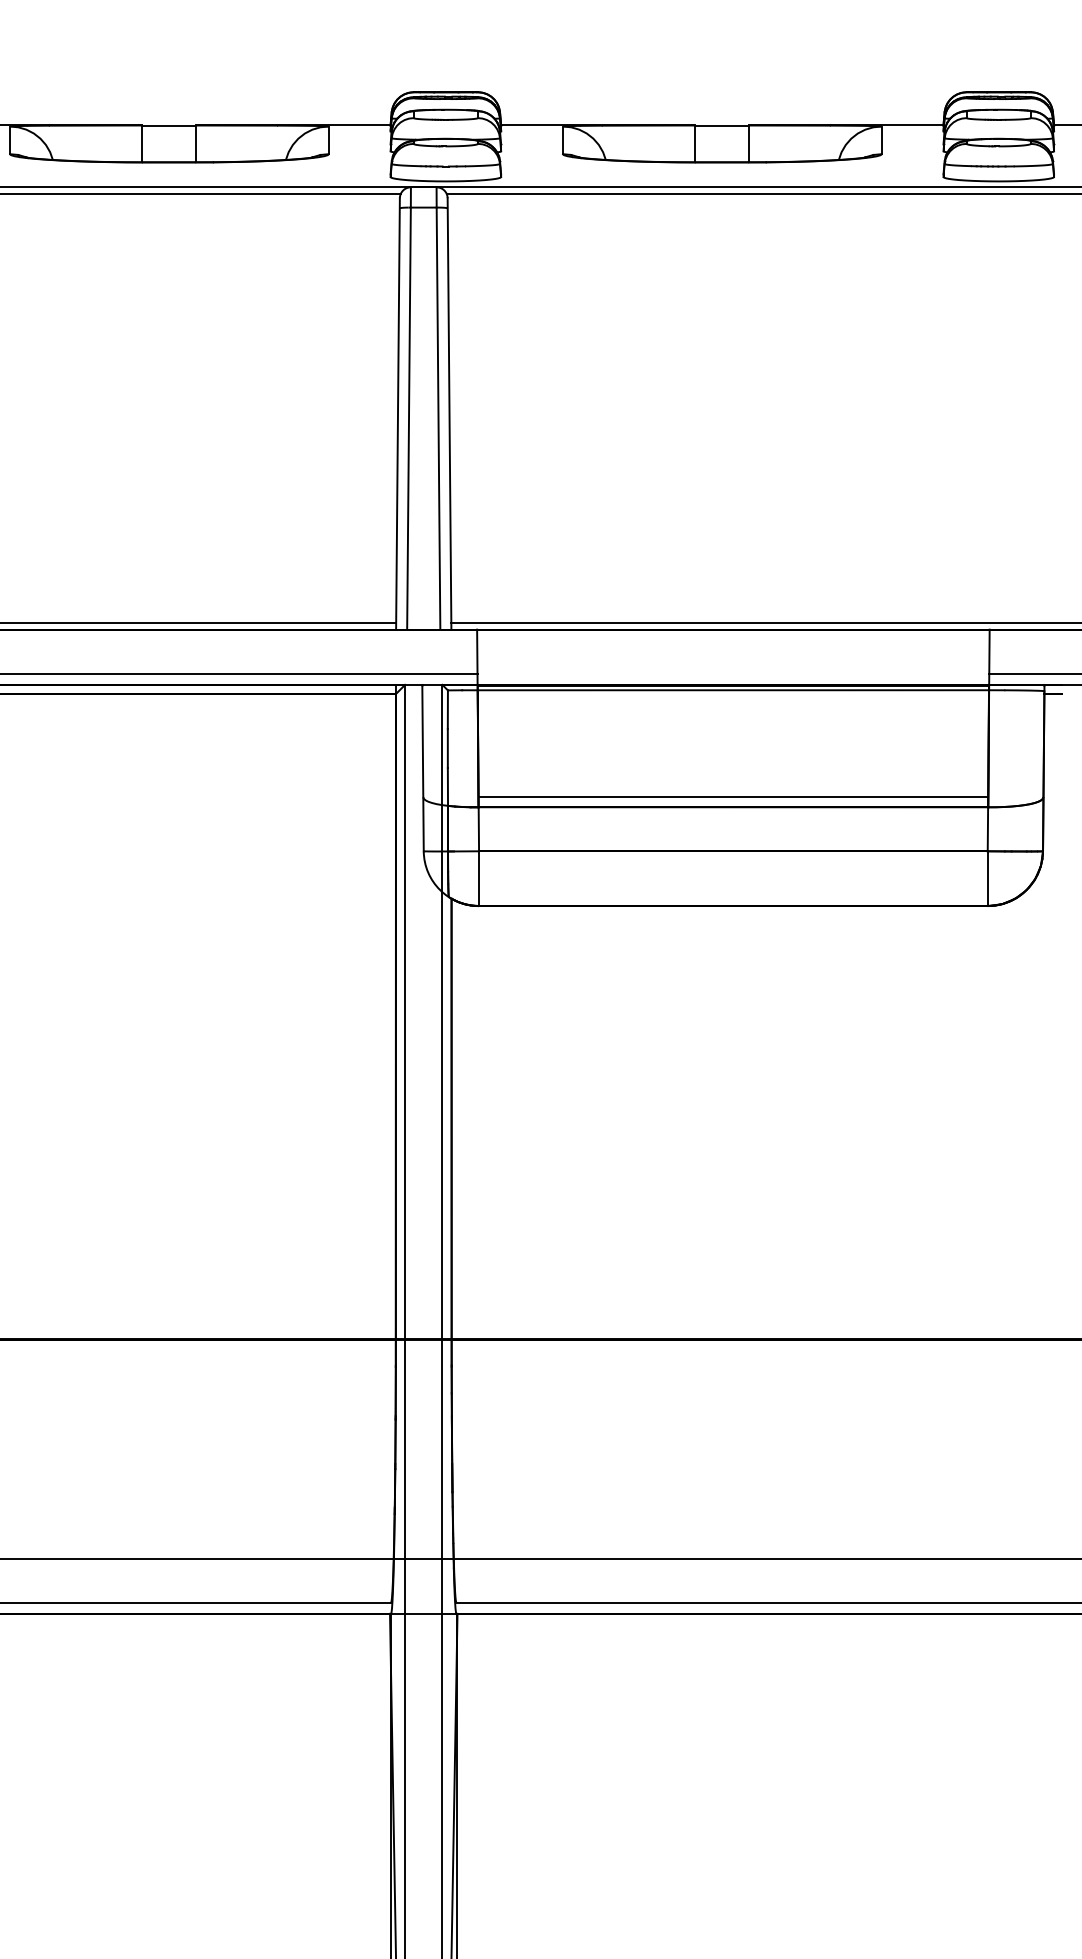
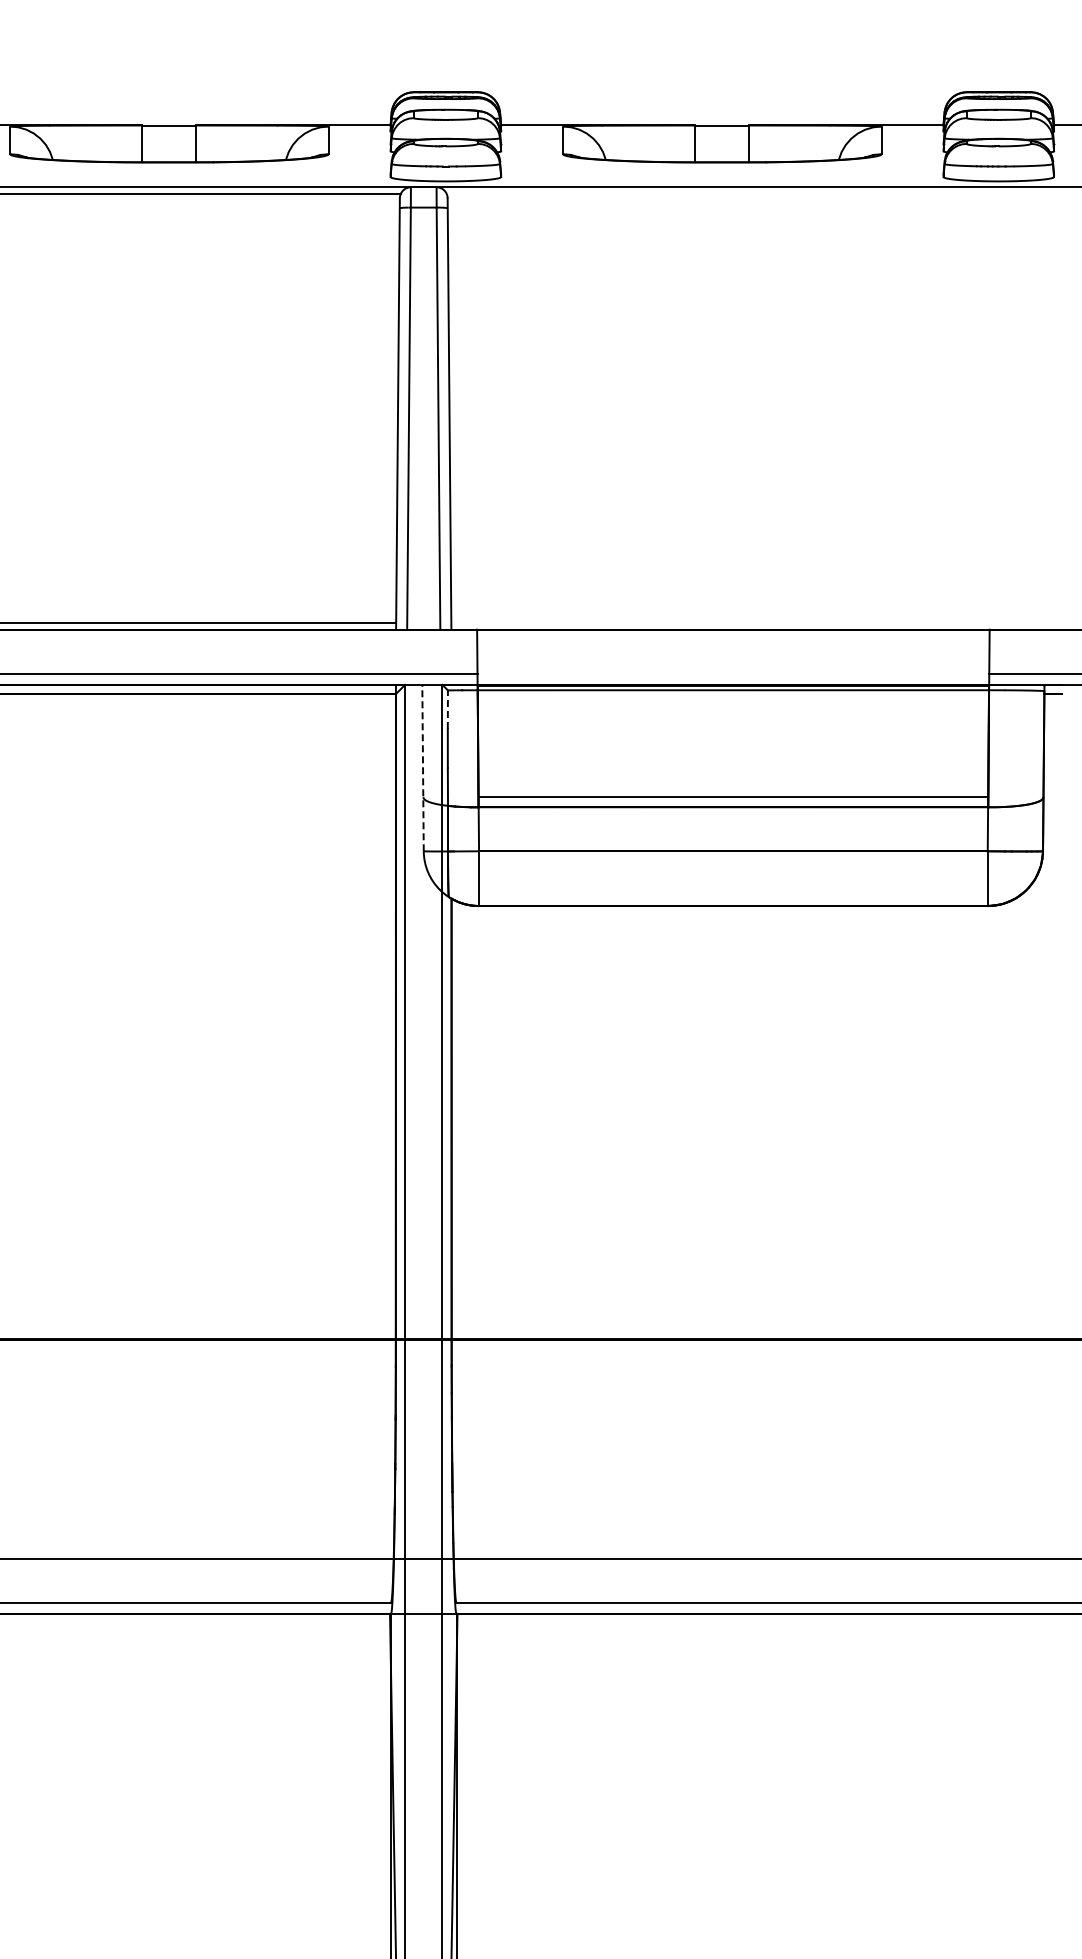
line at (762, 193): present -> none
line at (764, 623): present -> none
line at (447, 709): solid -> dashed
line at (423, 767): solid -> dashed
